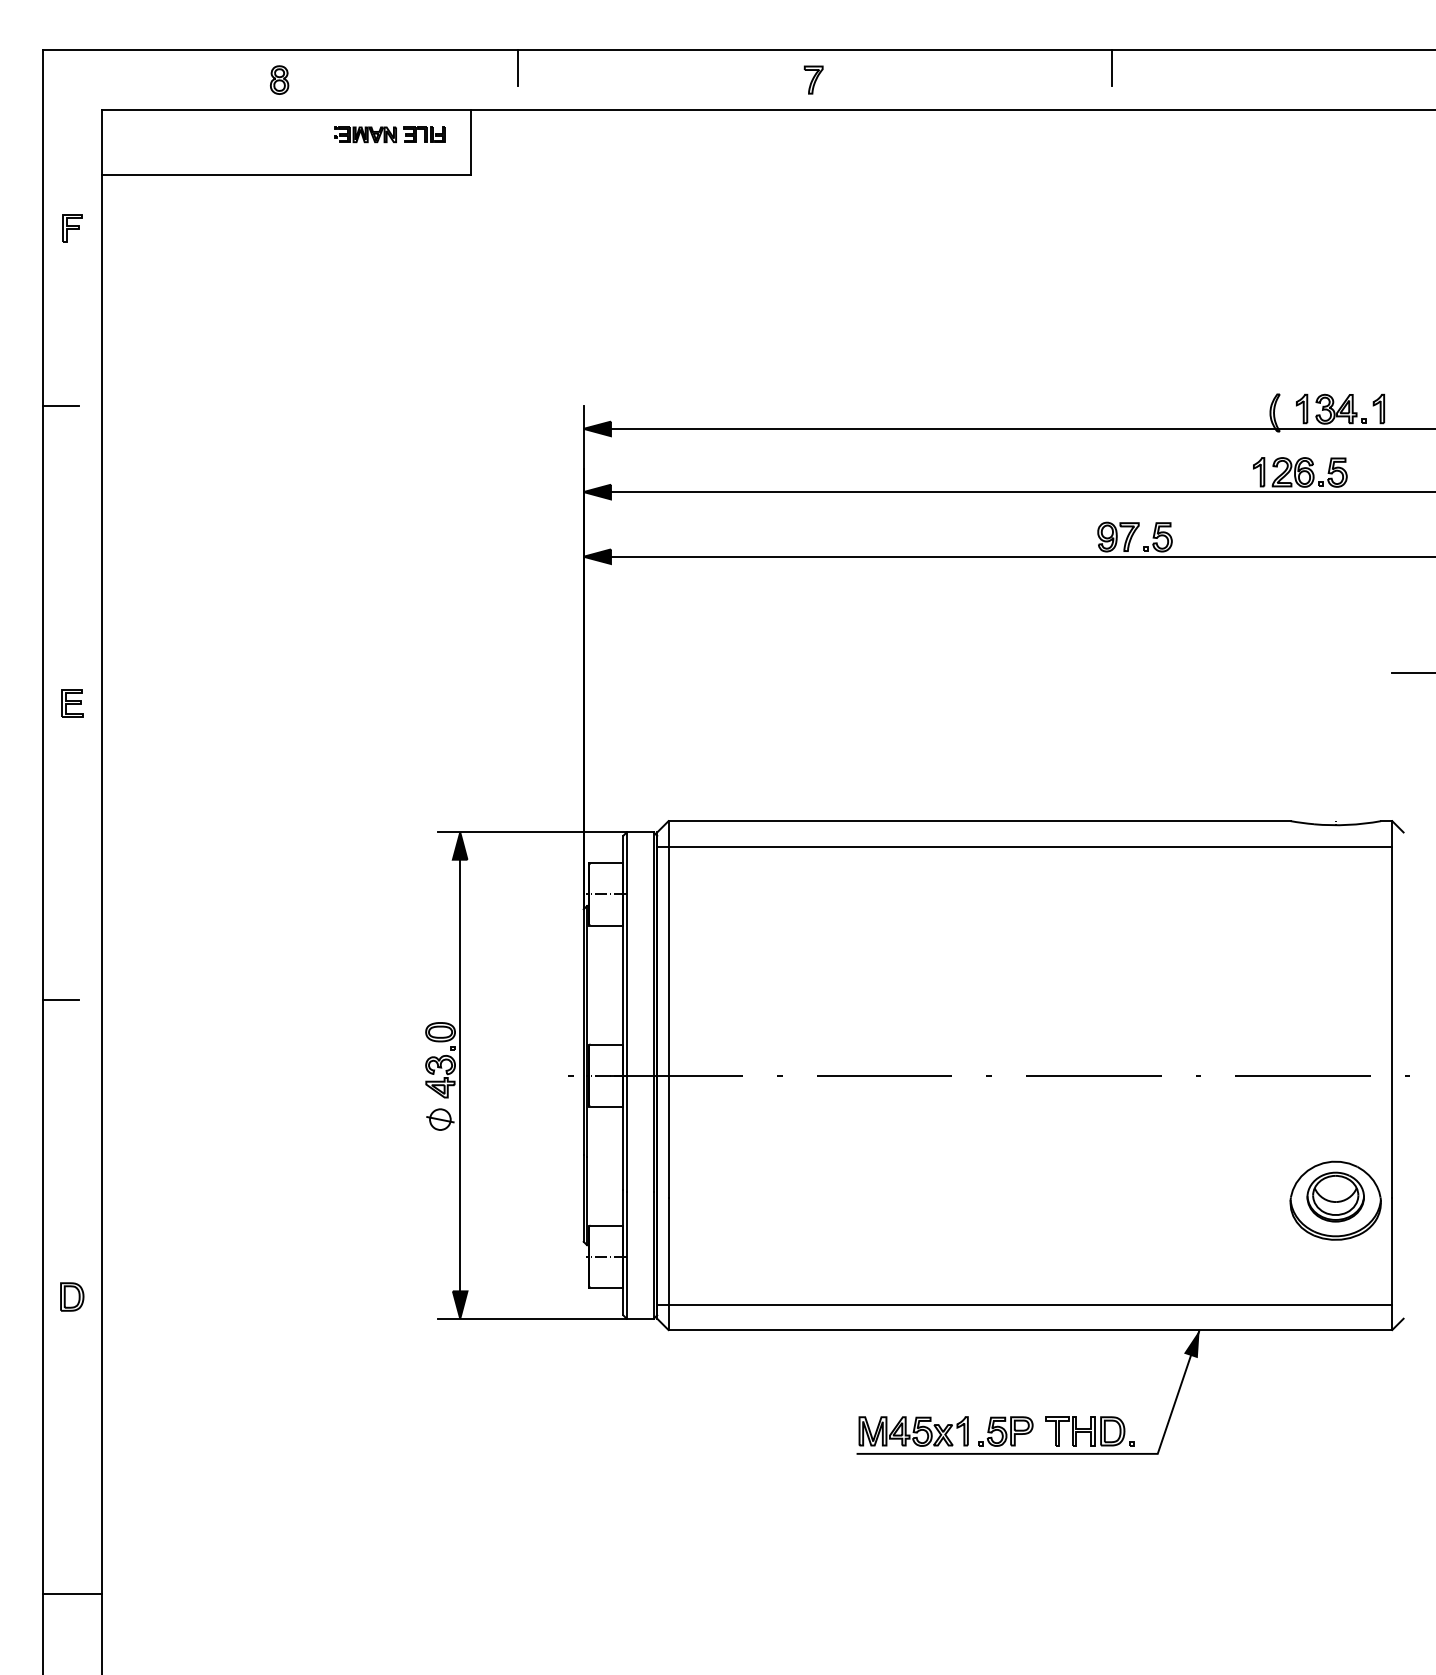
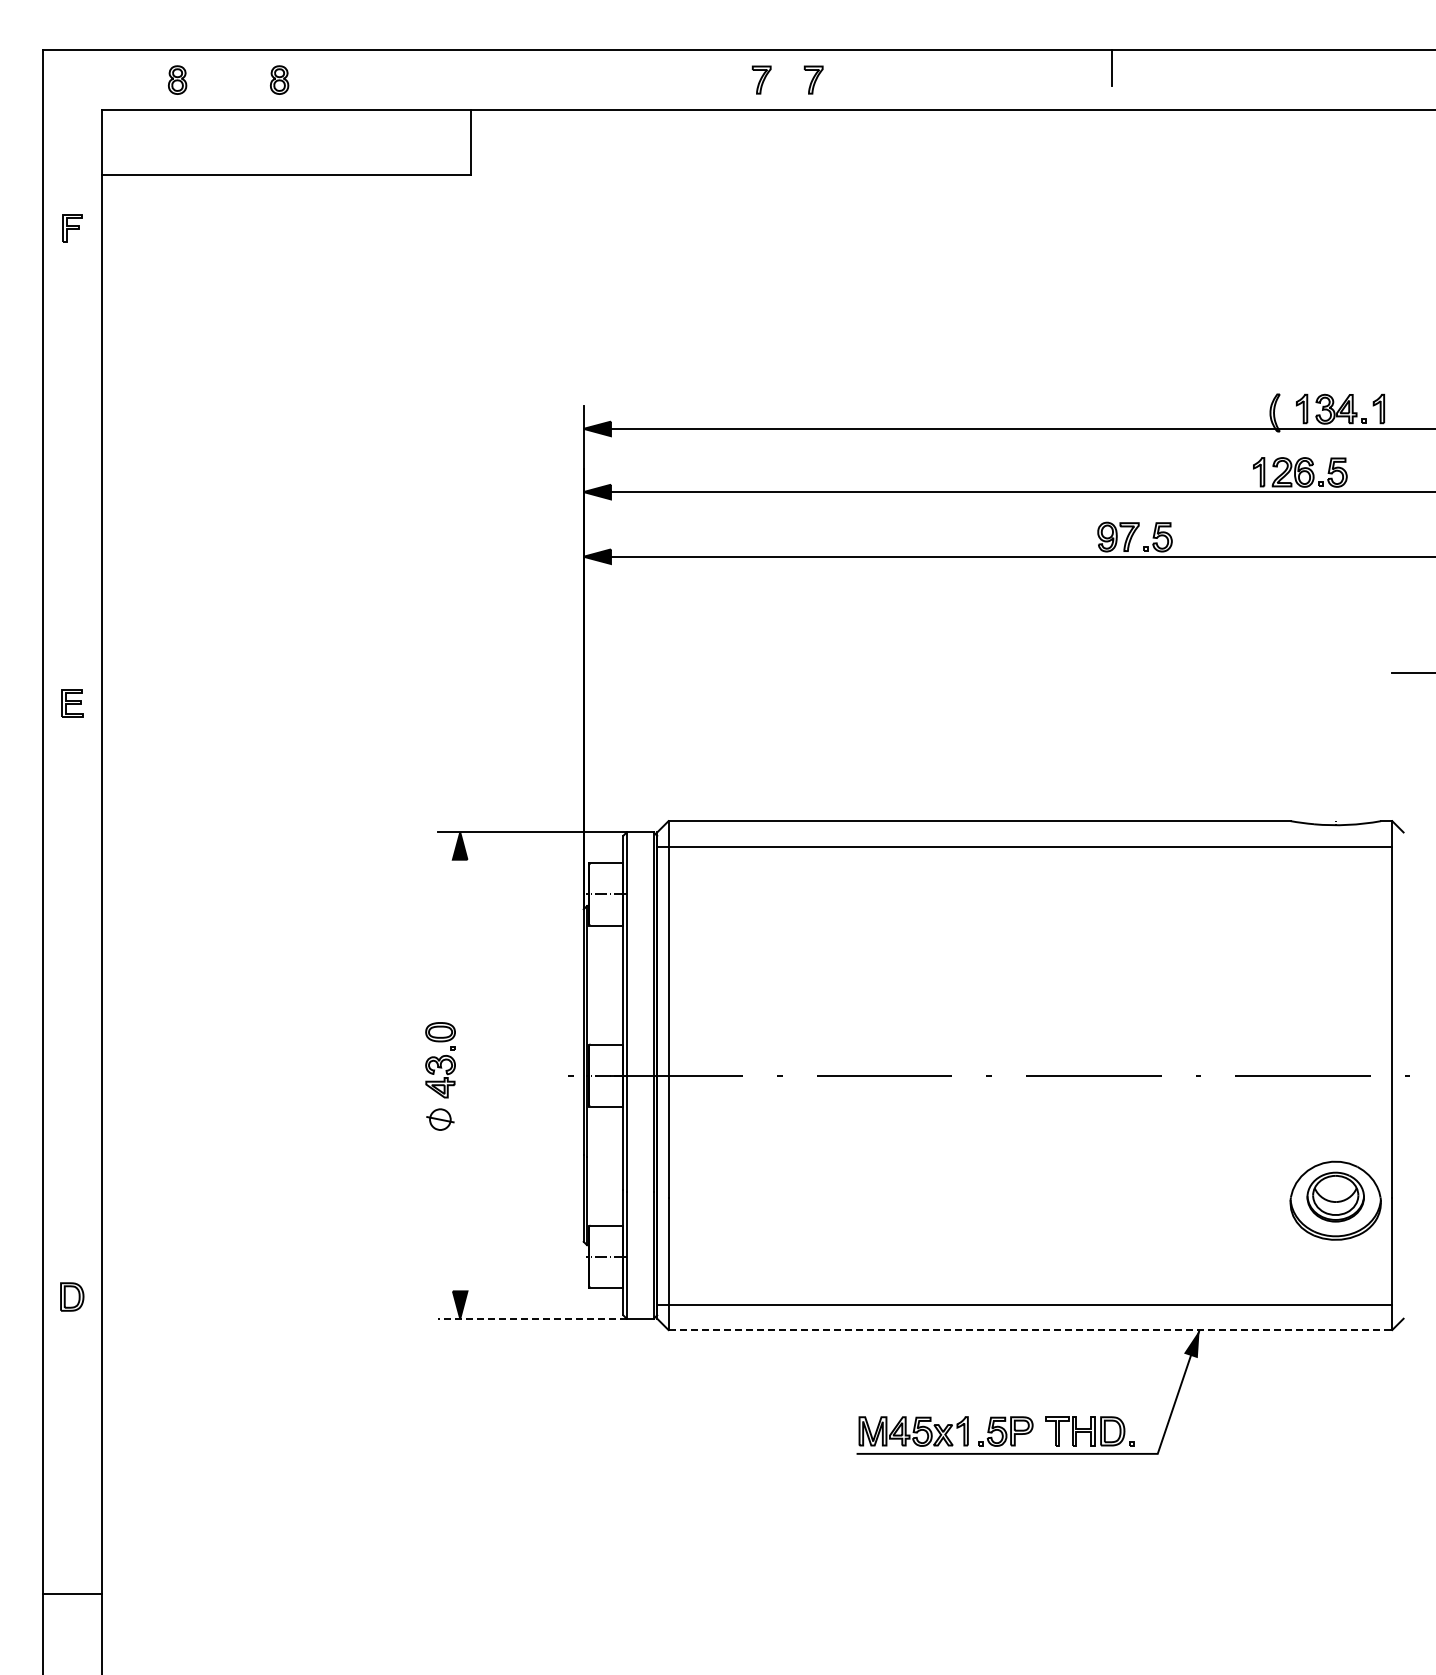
line at (518, 67): present -> none
part at (177, 79): none -> present
part at (761, 79): none -> present
part at (389, 134): present -> none
line at (60, 406): present -> none
line at (60, 1000): present -> none
line at (460, 1075): present -> none
line at (532, 1318): solid -> dashed
line at (1030, 1330): solid -> dashed
